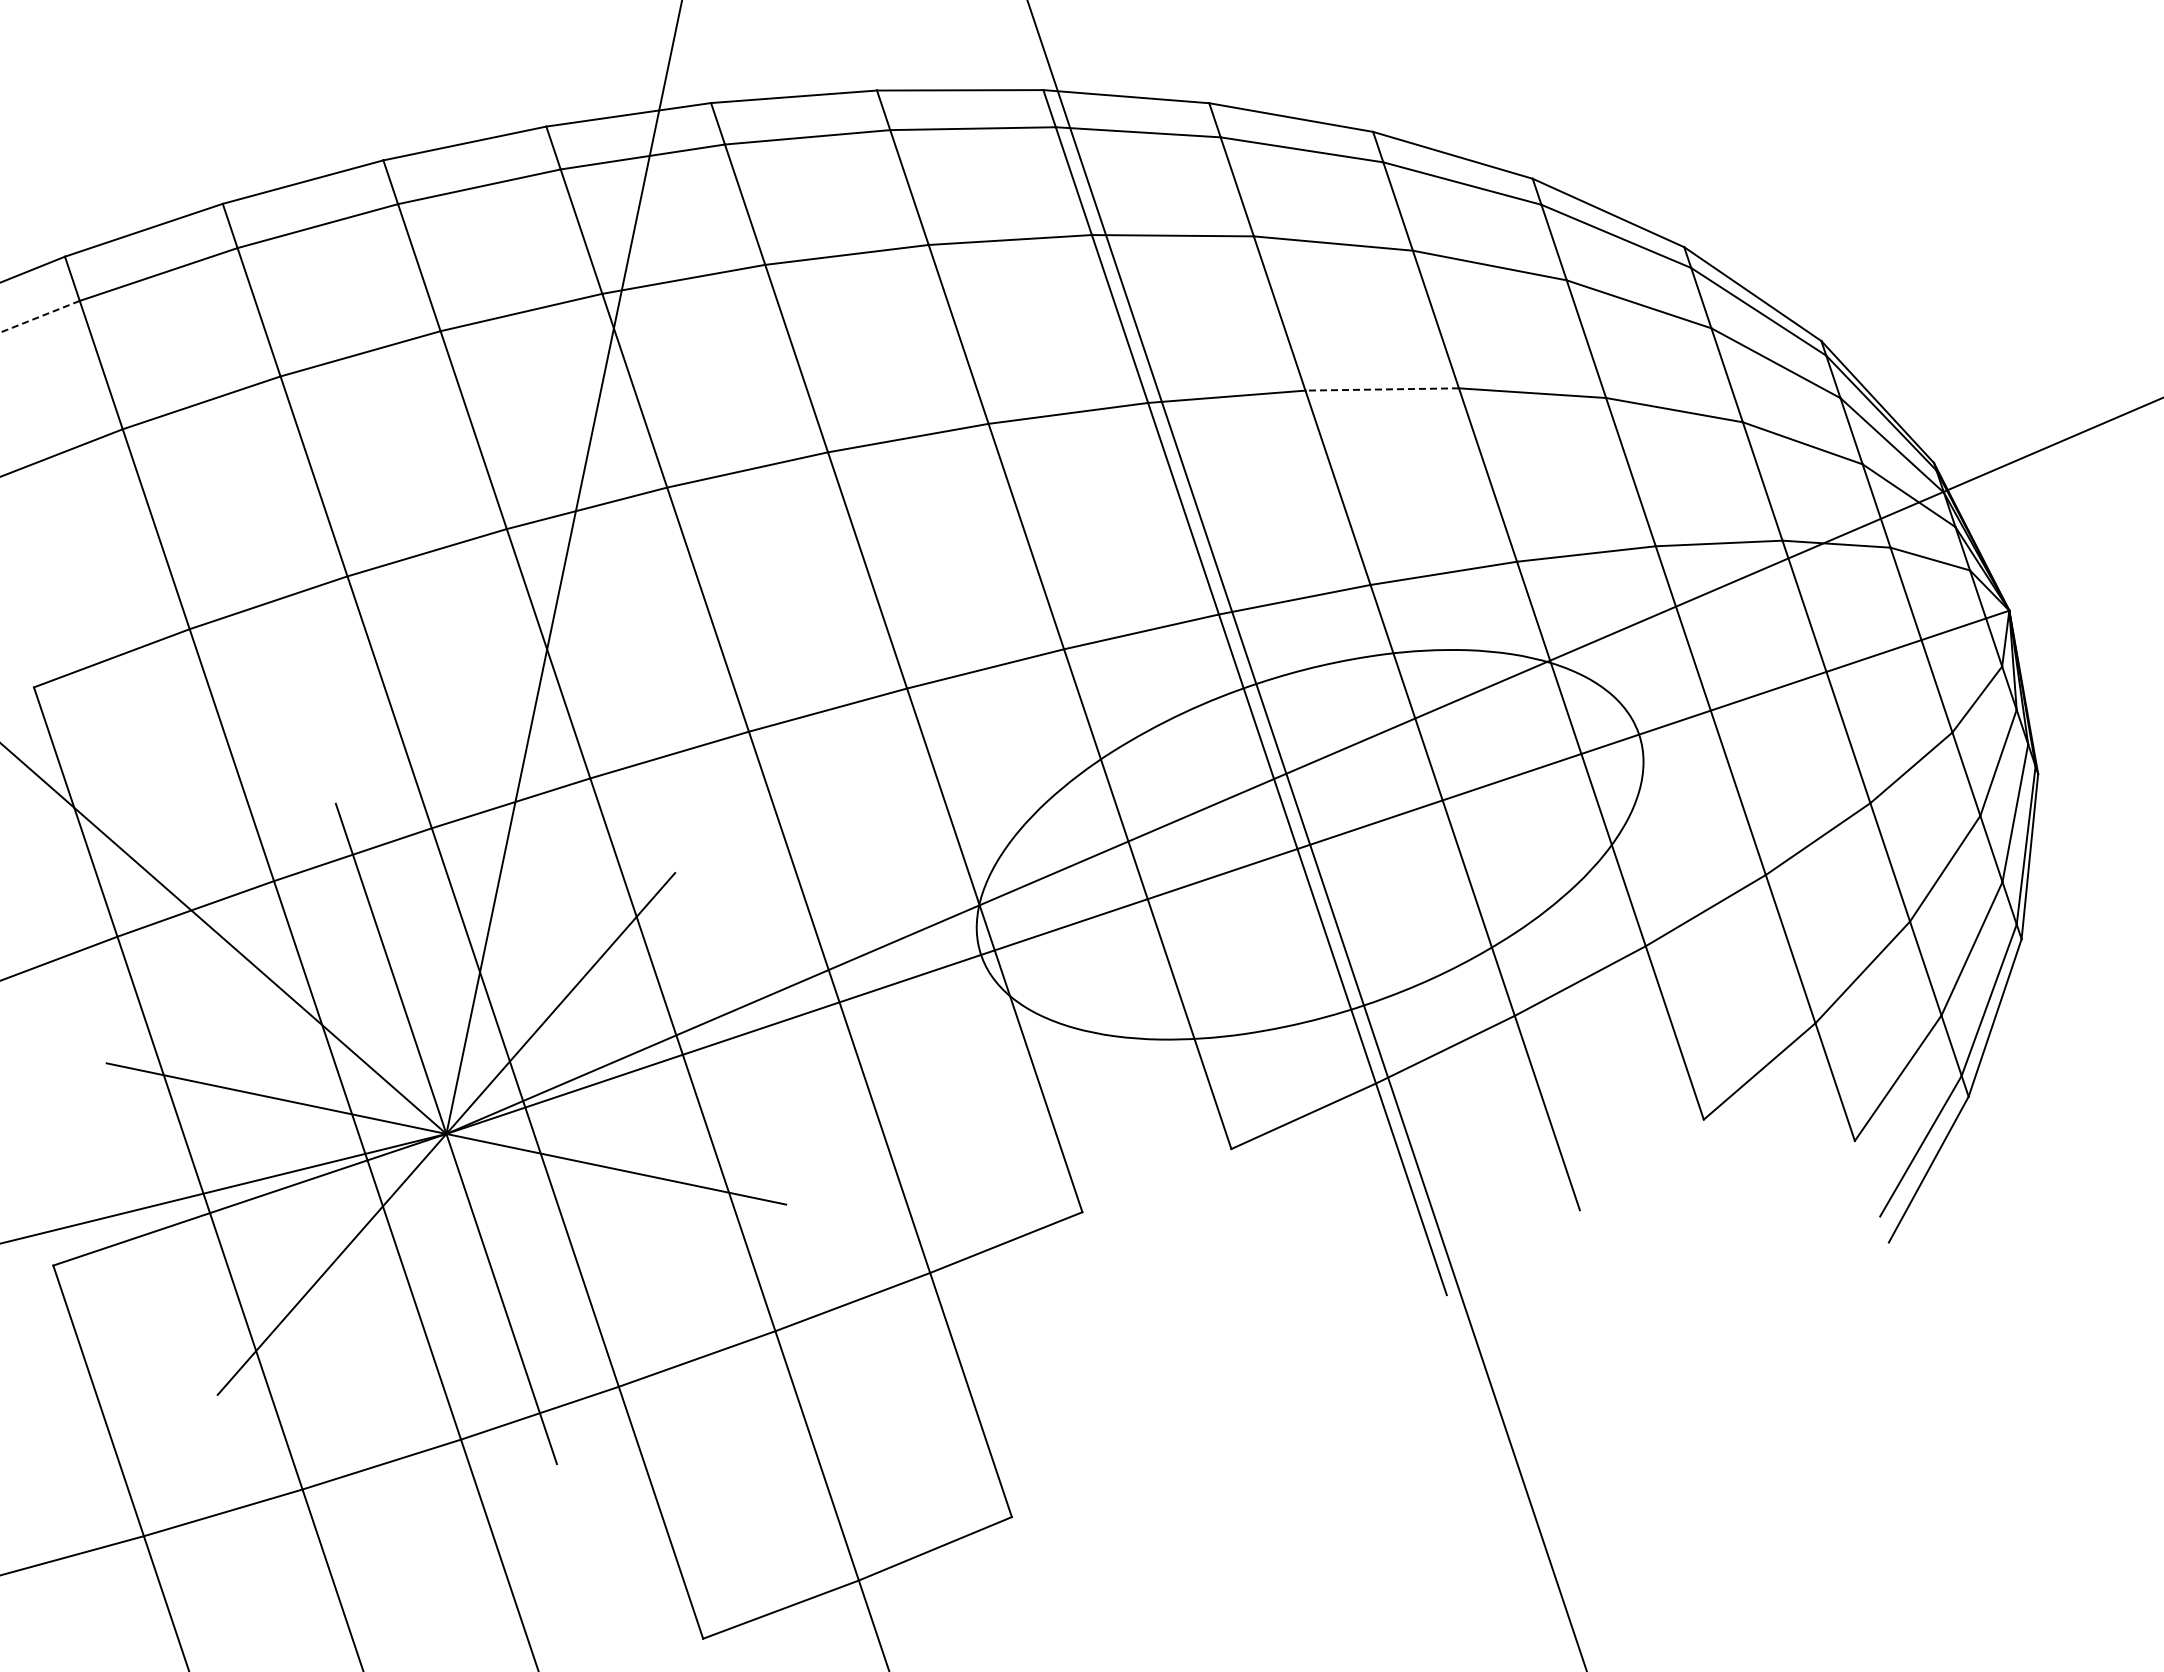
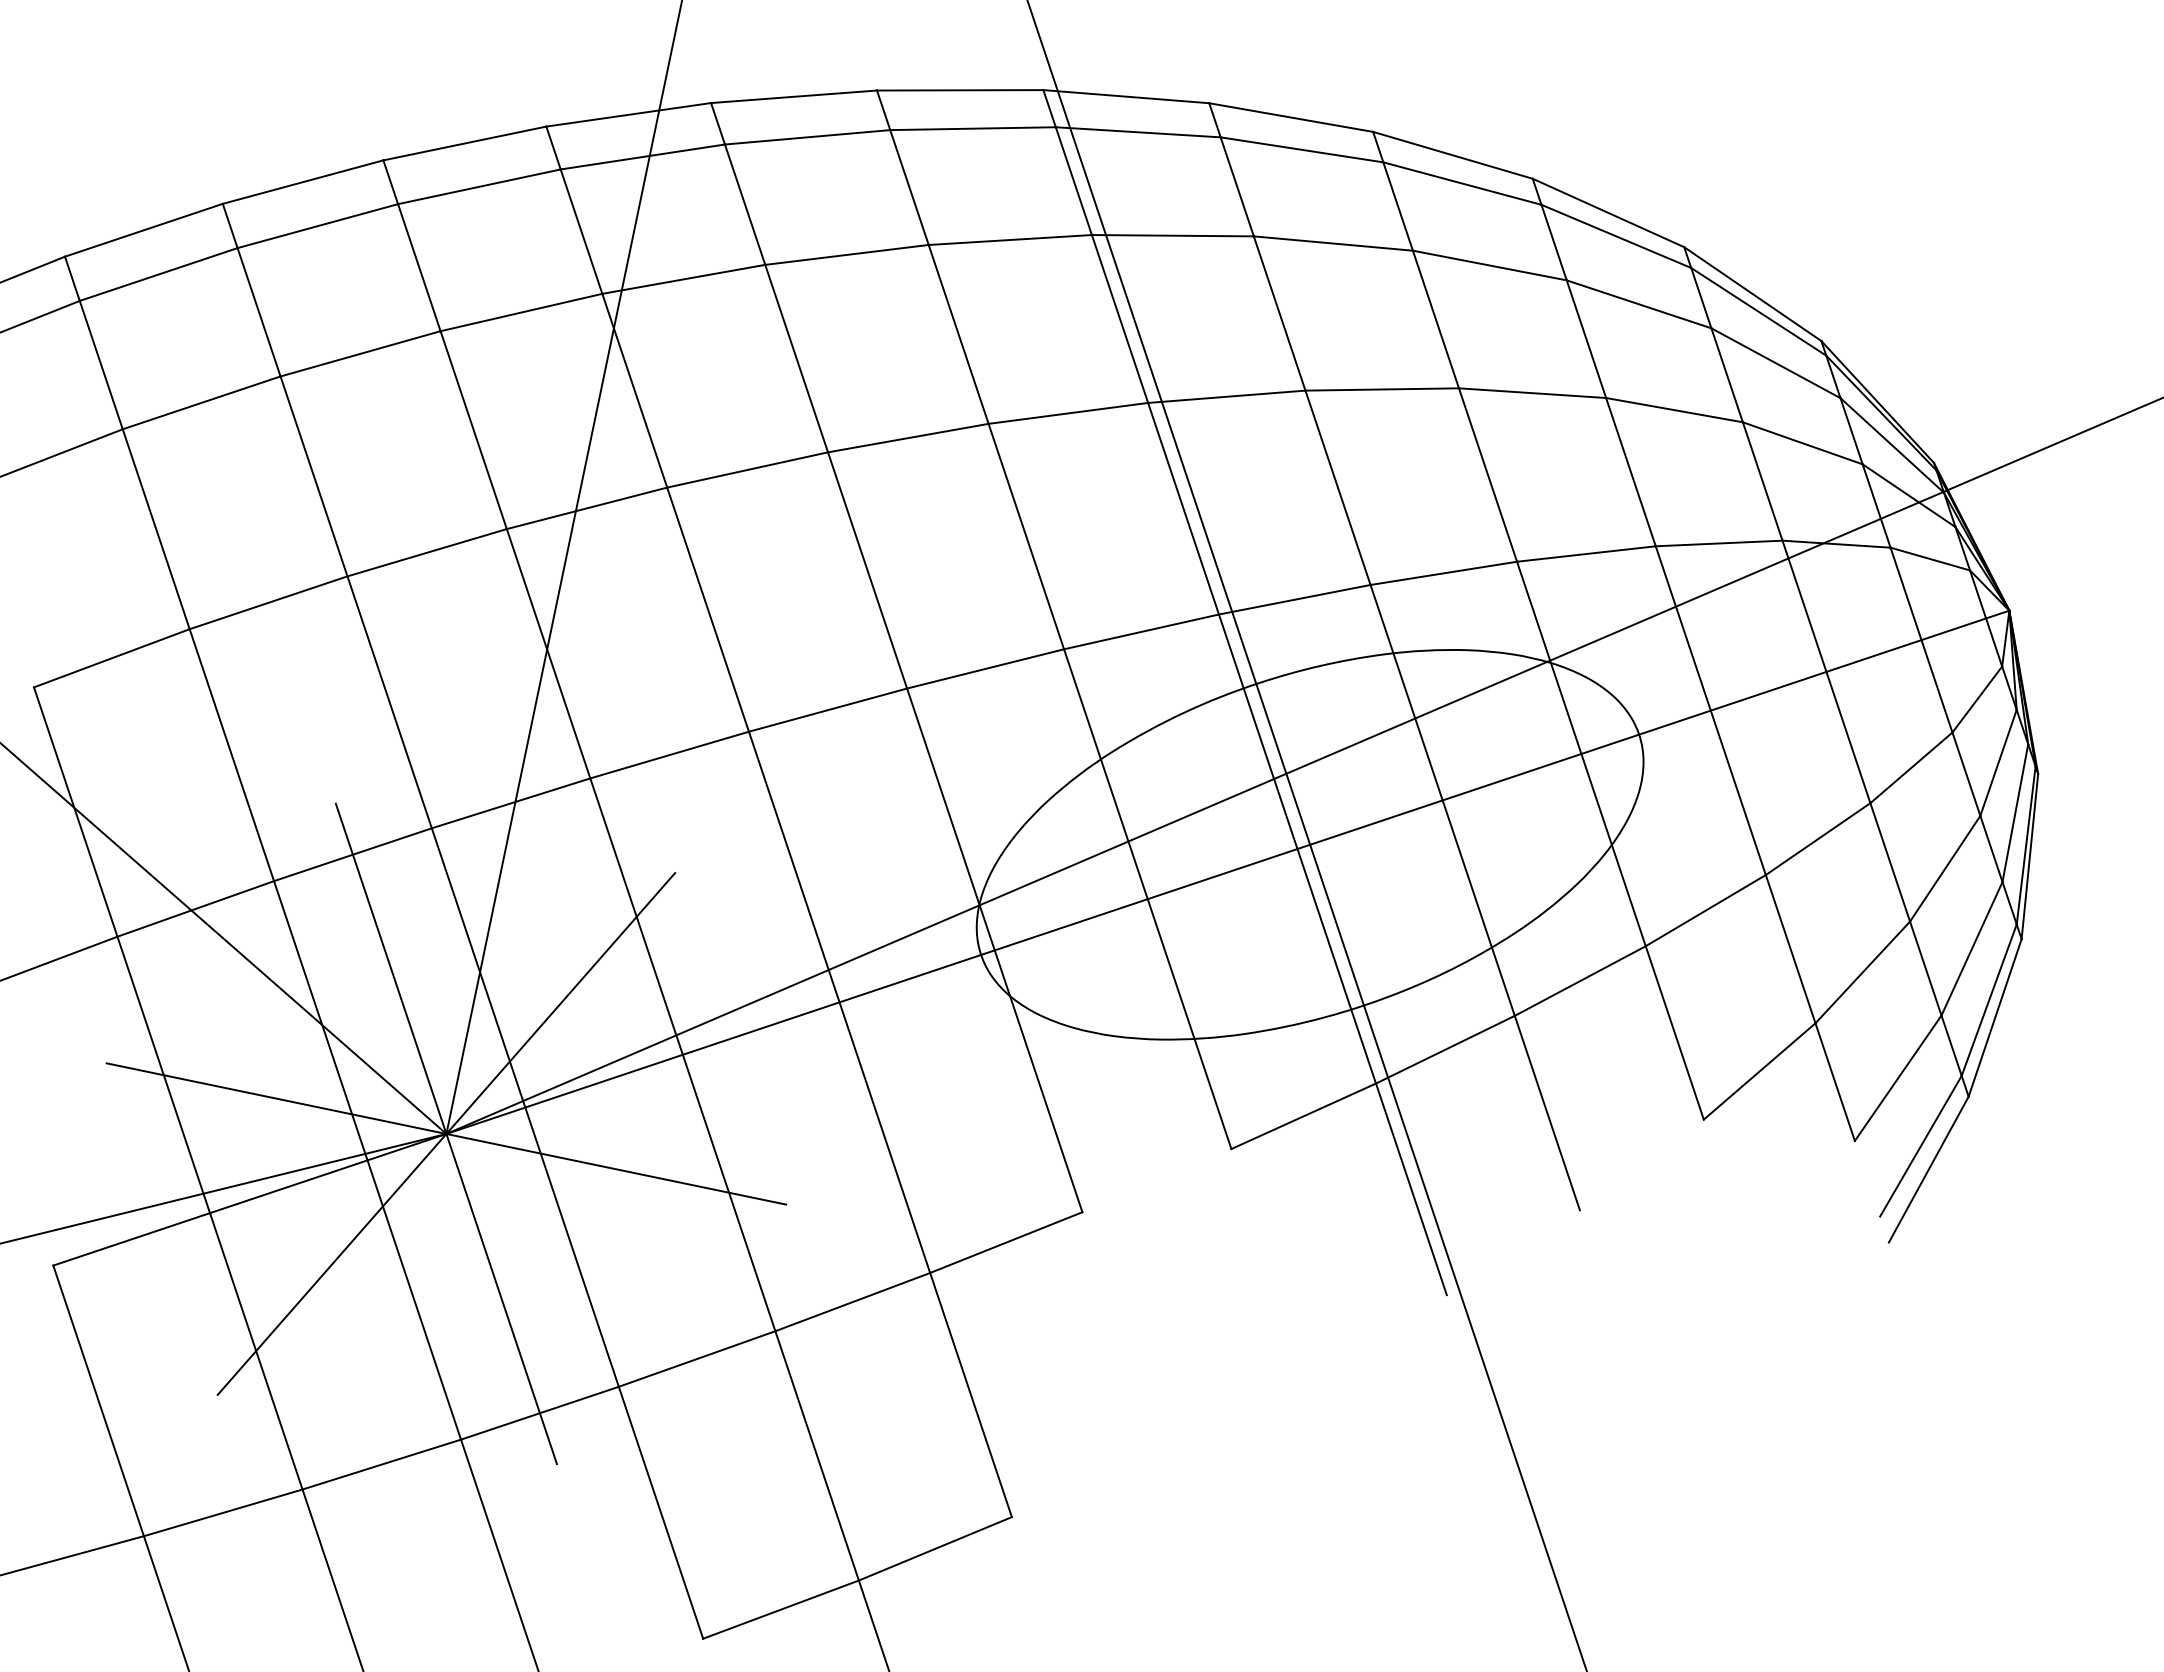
line at (39, 316): dashed -> solid
line at (1382, 389): dashed -> solid
